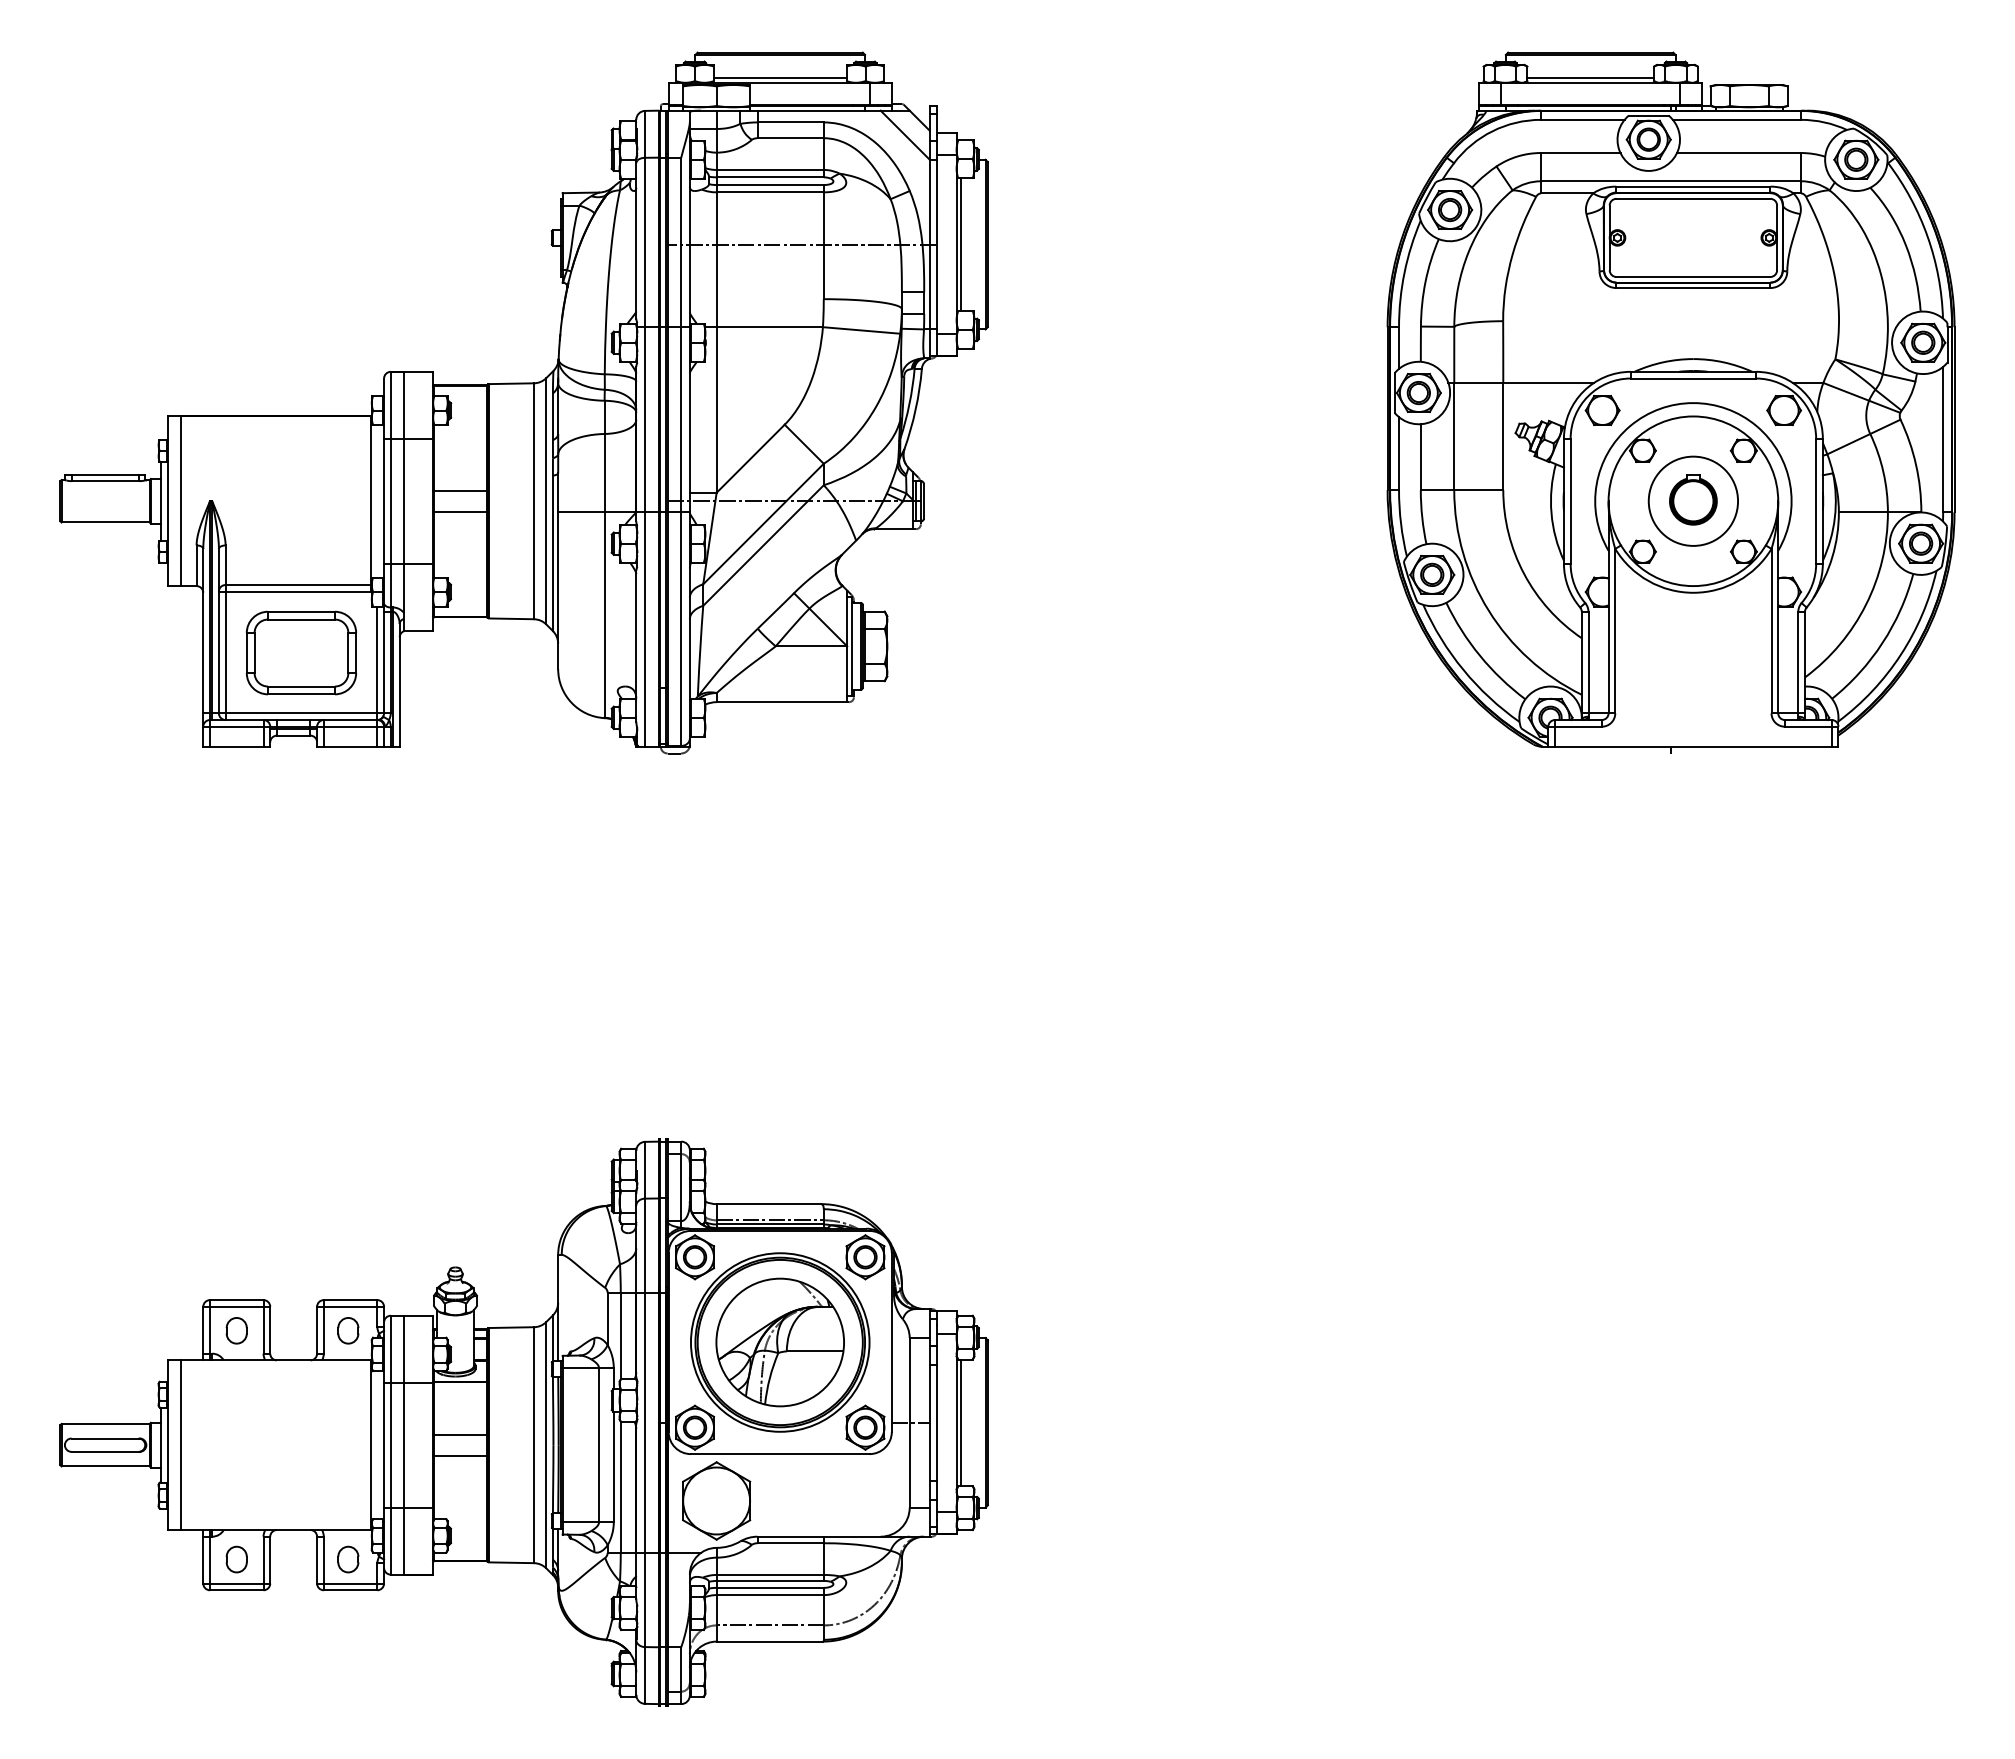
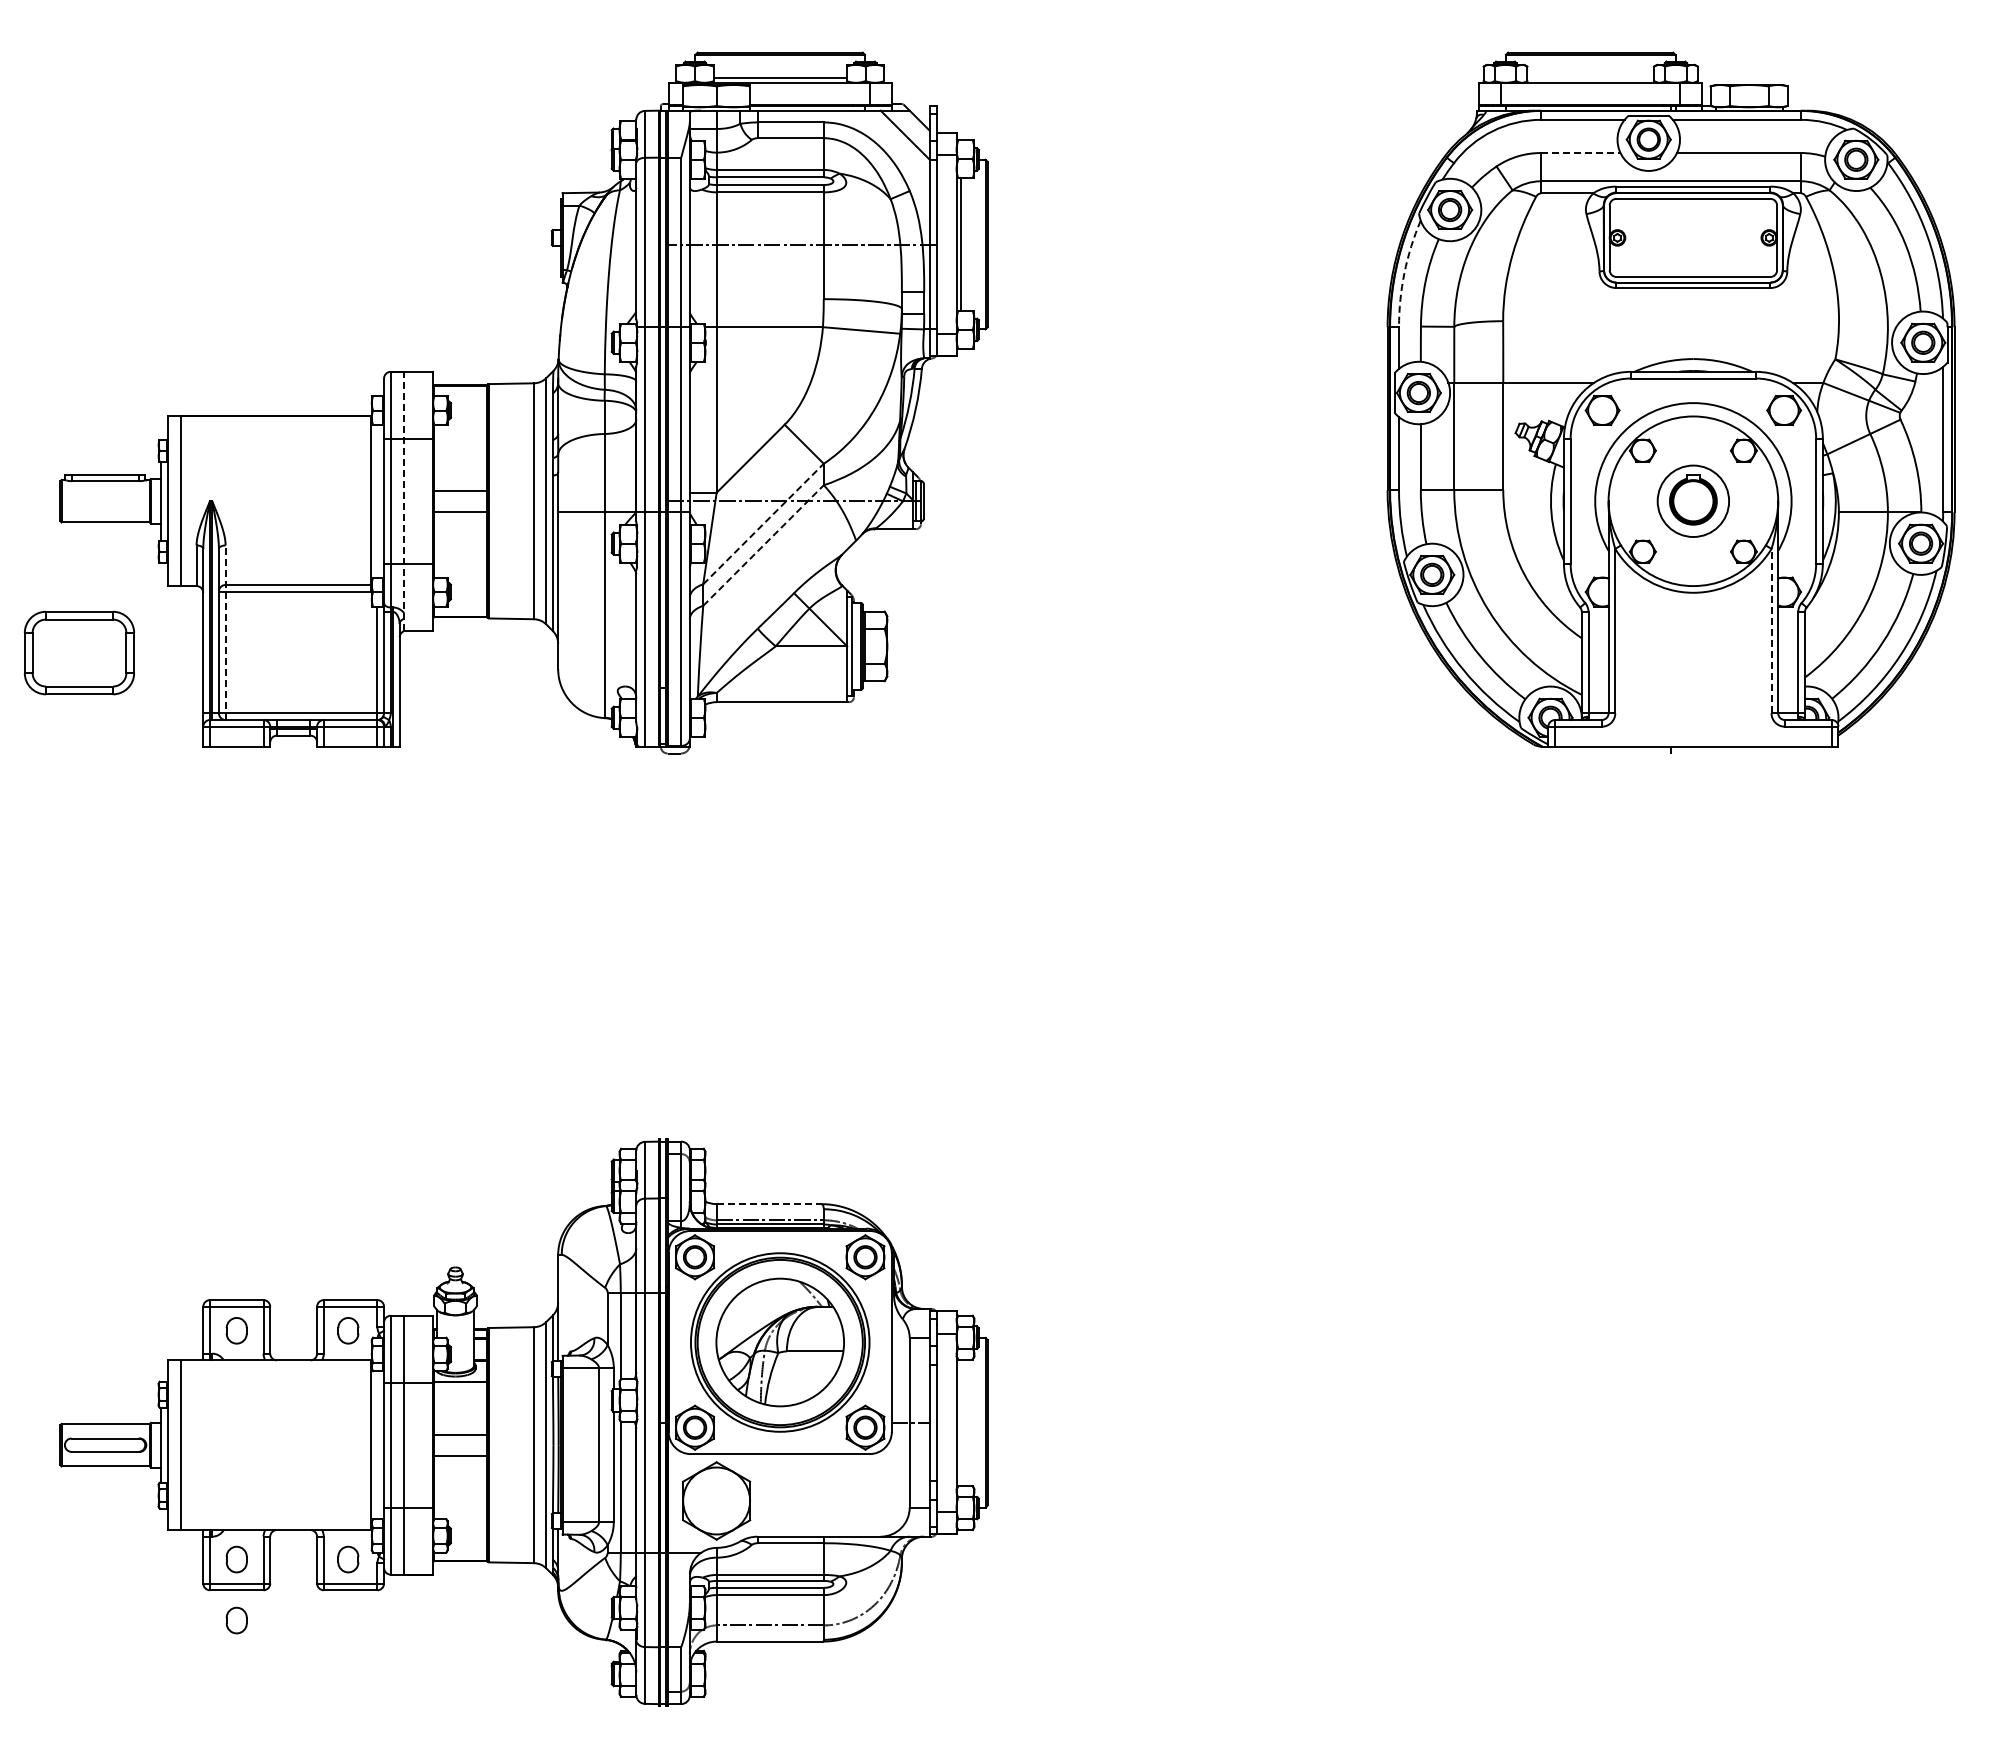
line at (1590, 78): present -> none
line at (1580, 153): solid -> dashed
arc at (1404, 272): solid -> dashed
circle at (1693, 500) diameter: 89 px -> 71 px
line at (404, 501): solid -> dashed
line at (763, 523): solid -> dashed
line at (763, 545): solid -> dashed
line at (1771, 630): solid -> dashed
line at (225, 632): solid -> dashed
part at (300, 652) position: (300, 652) -> (78, 652)
line at (769, 1204): solid -> dashed
line at (961, 1422): present -> none
part at (236, 1620): none -> present
